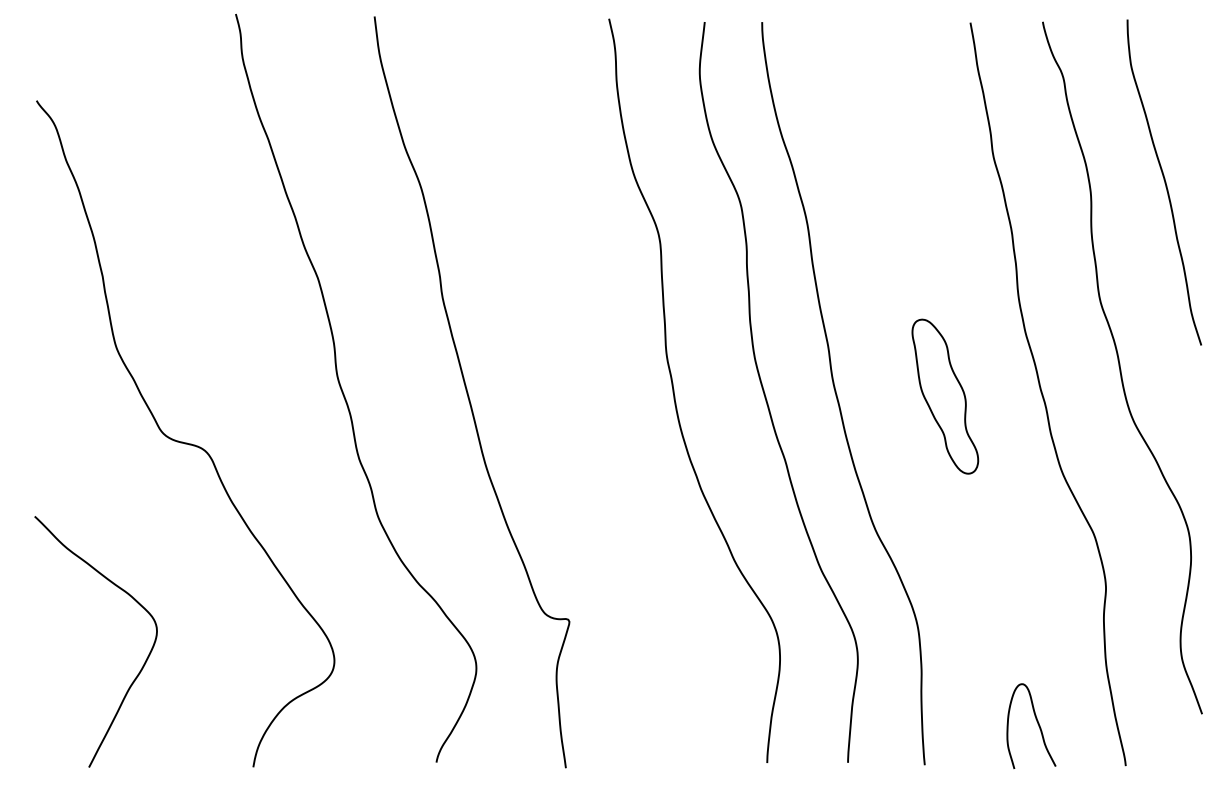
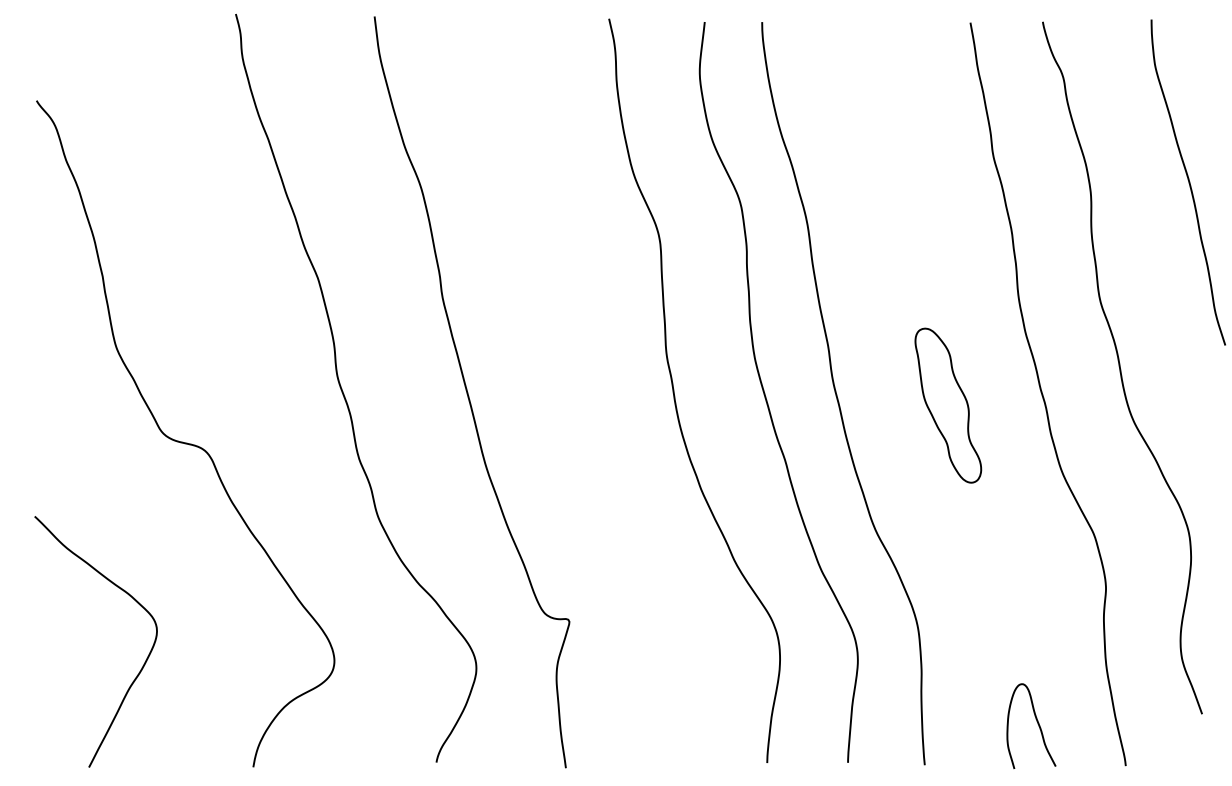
curve at (1164, 182) position: (1164, 182) -> (1188, 182)
part at (945, 396) position: (945, 396) -> (948, 405)
